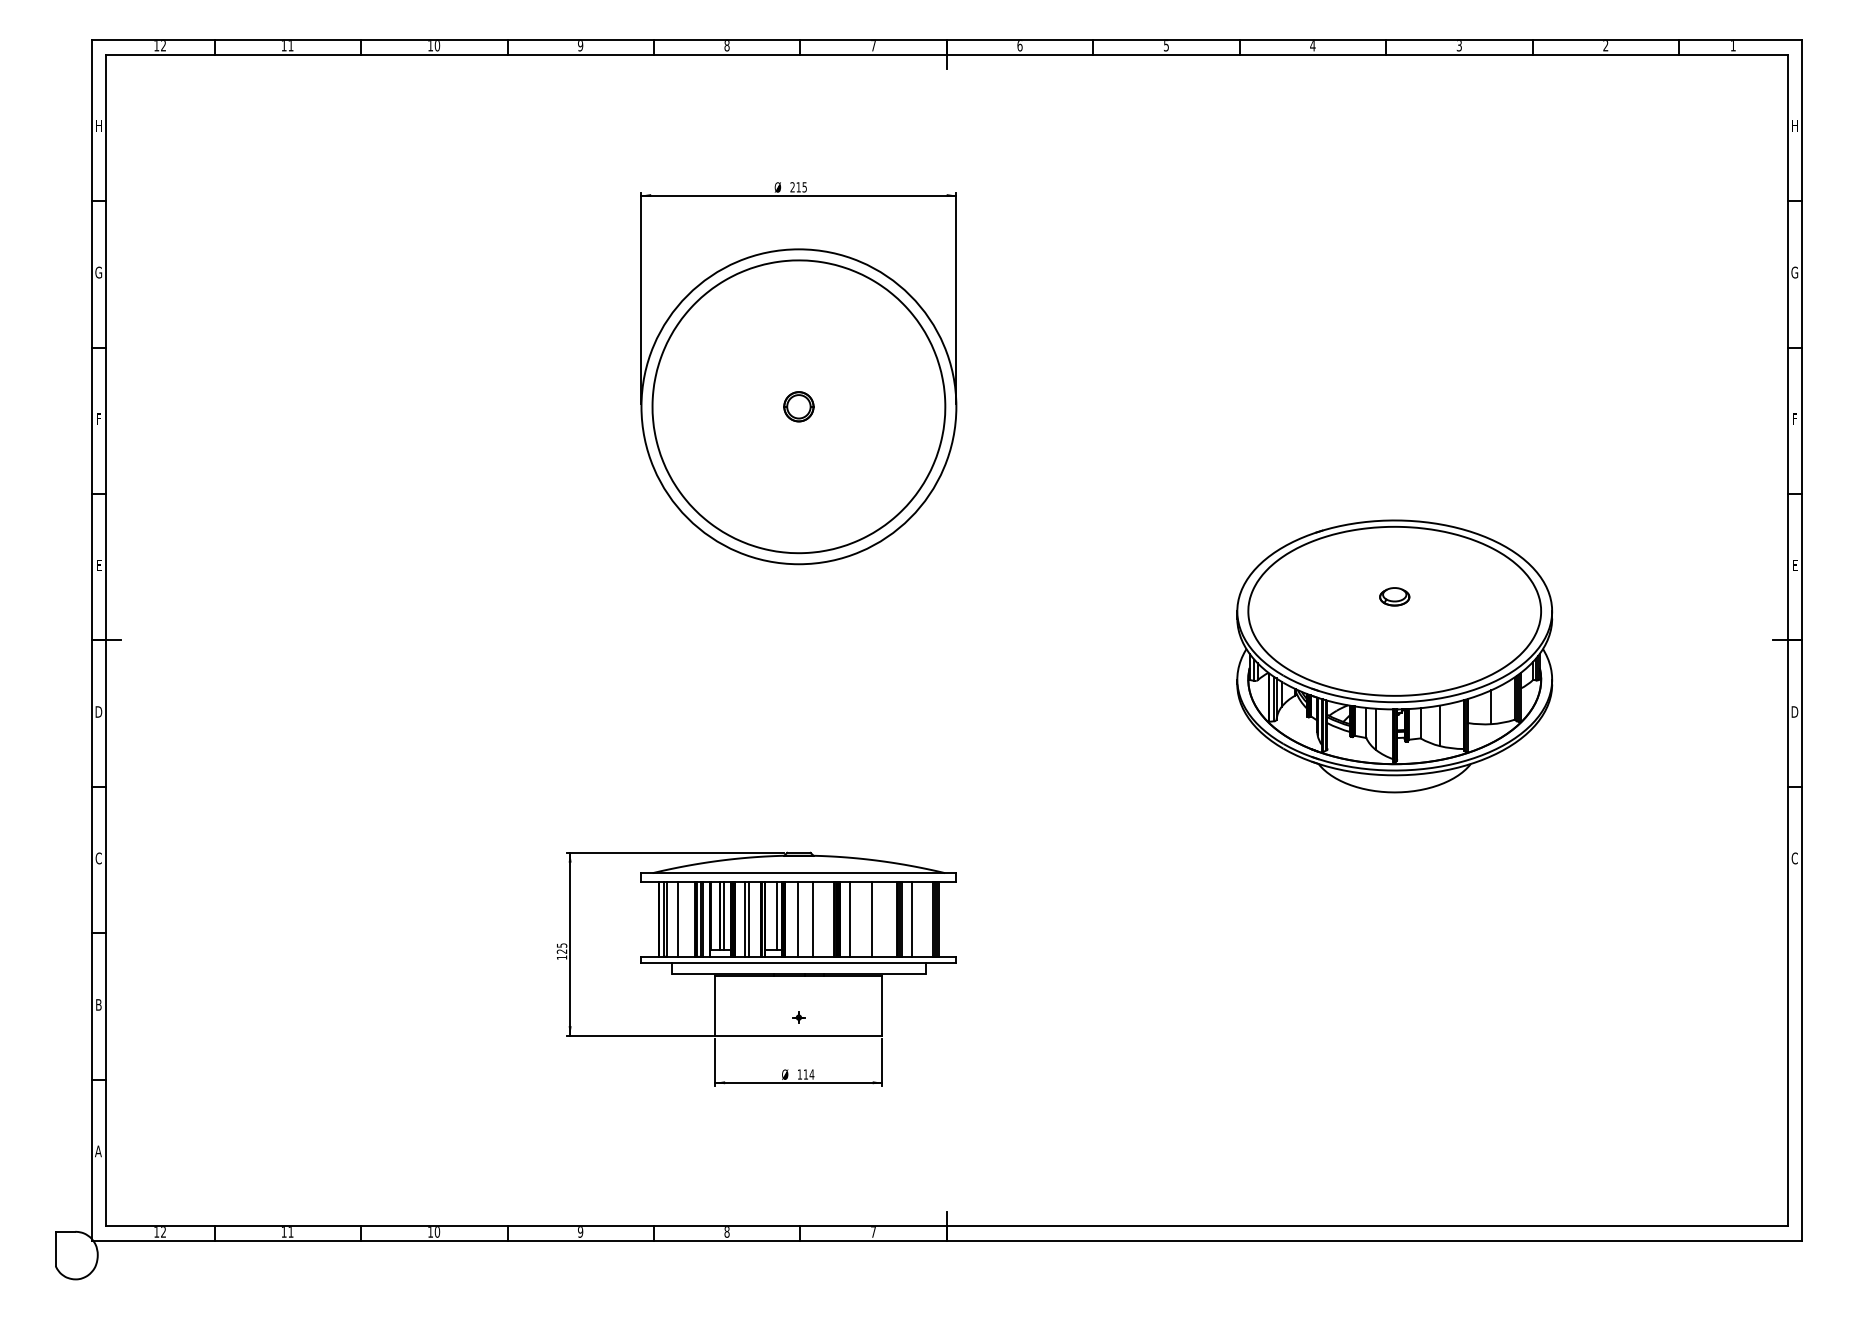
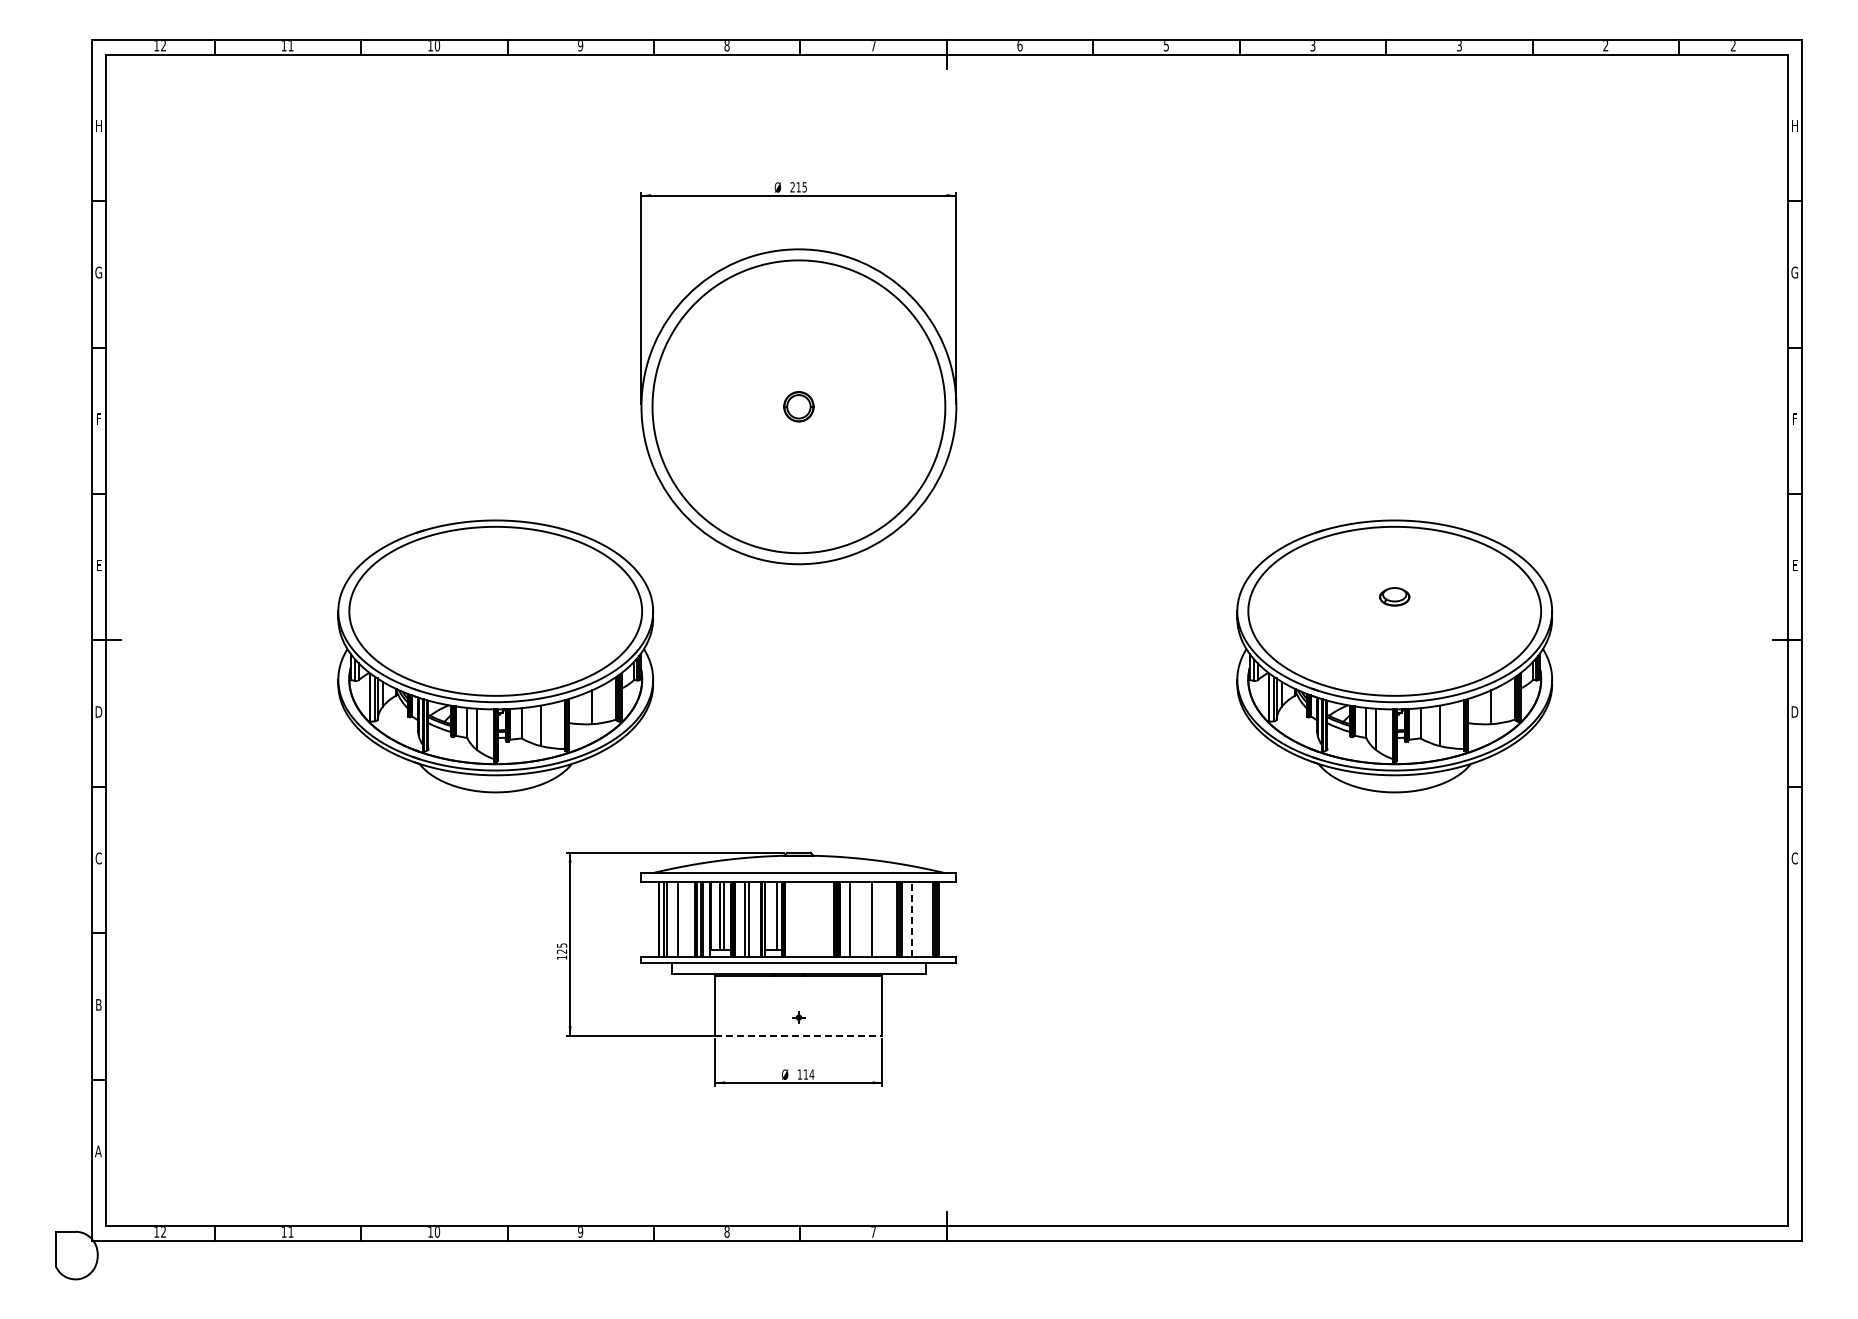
text at (1312, 46): 4 -> 3
text at (1732, 46): 1 -> 2
part at (495, 656): none -> present
line at (912, 918): solid -> dashed
line at (797, 919): present -> none
line at (812, 919): present -> none
line at (799, 1035): solid -> dashed
